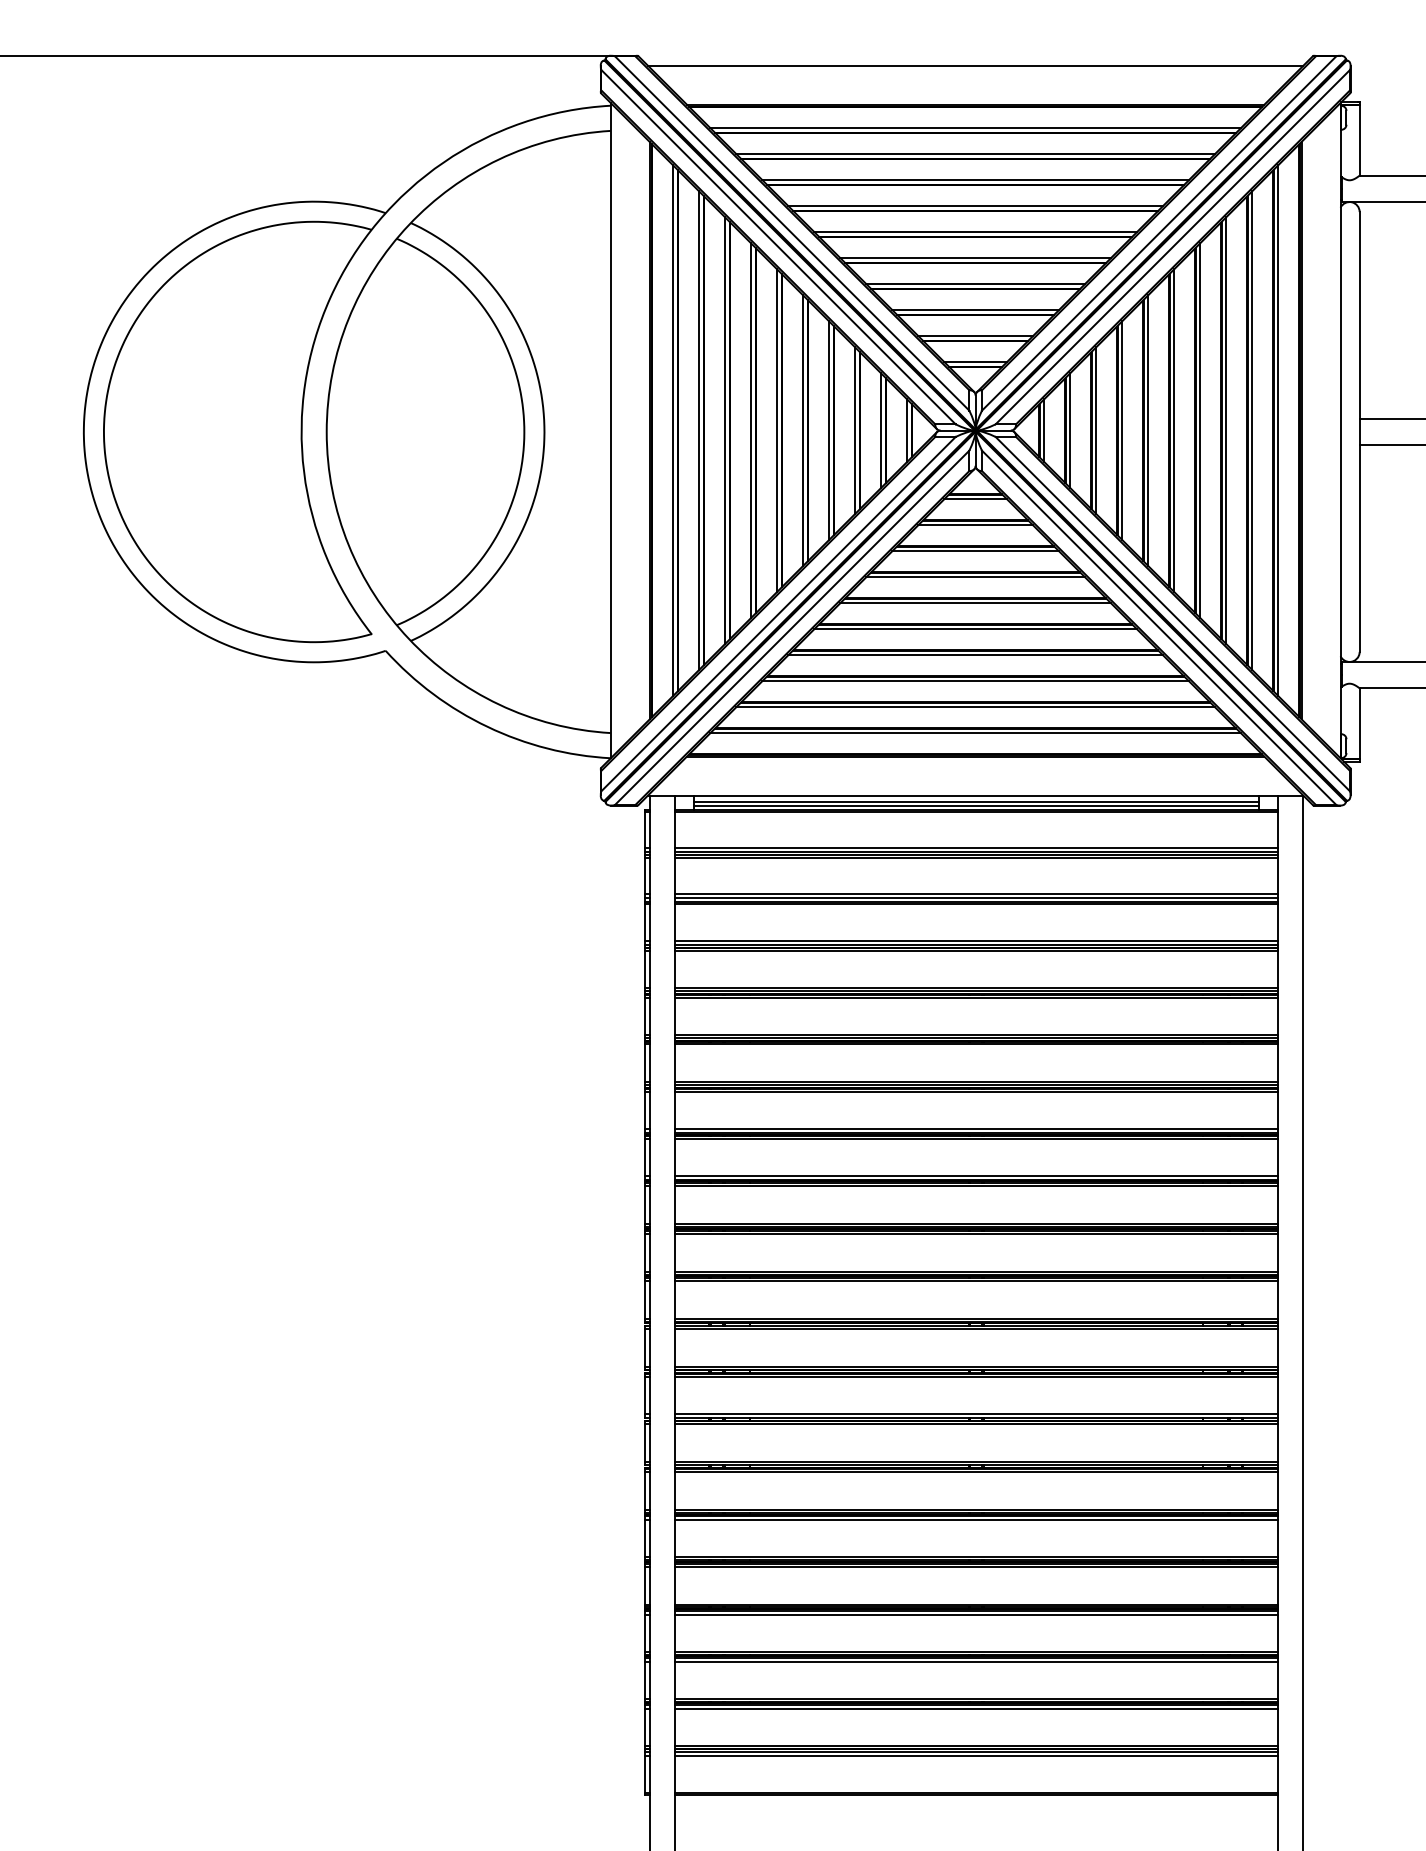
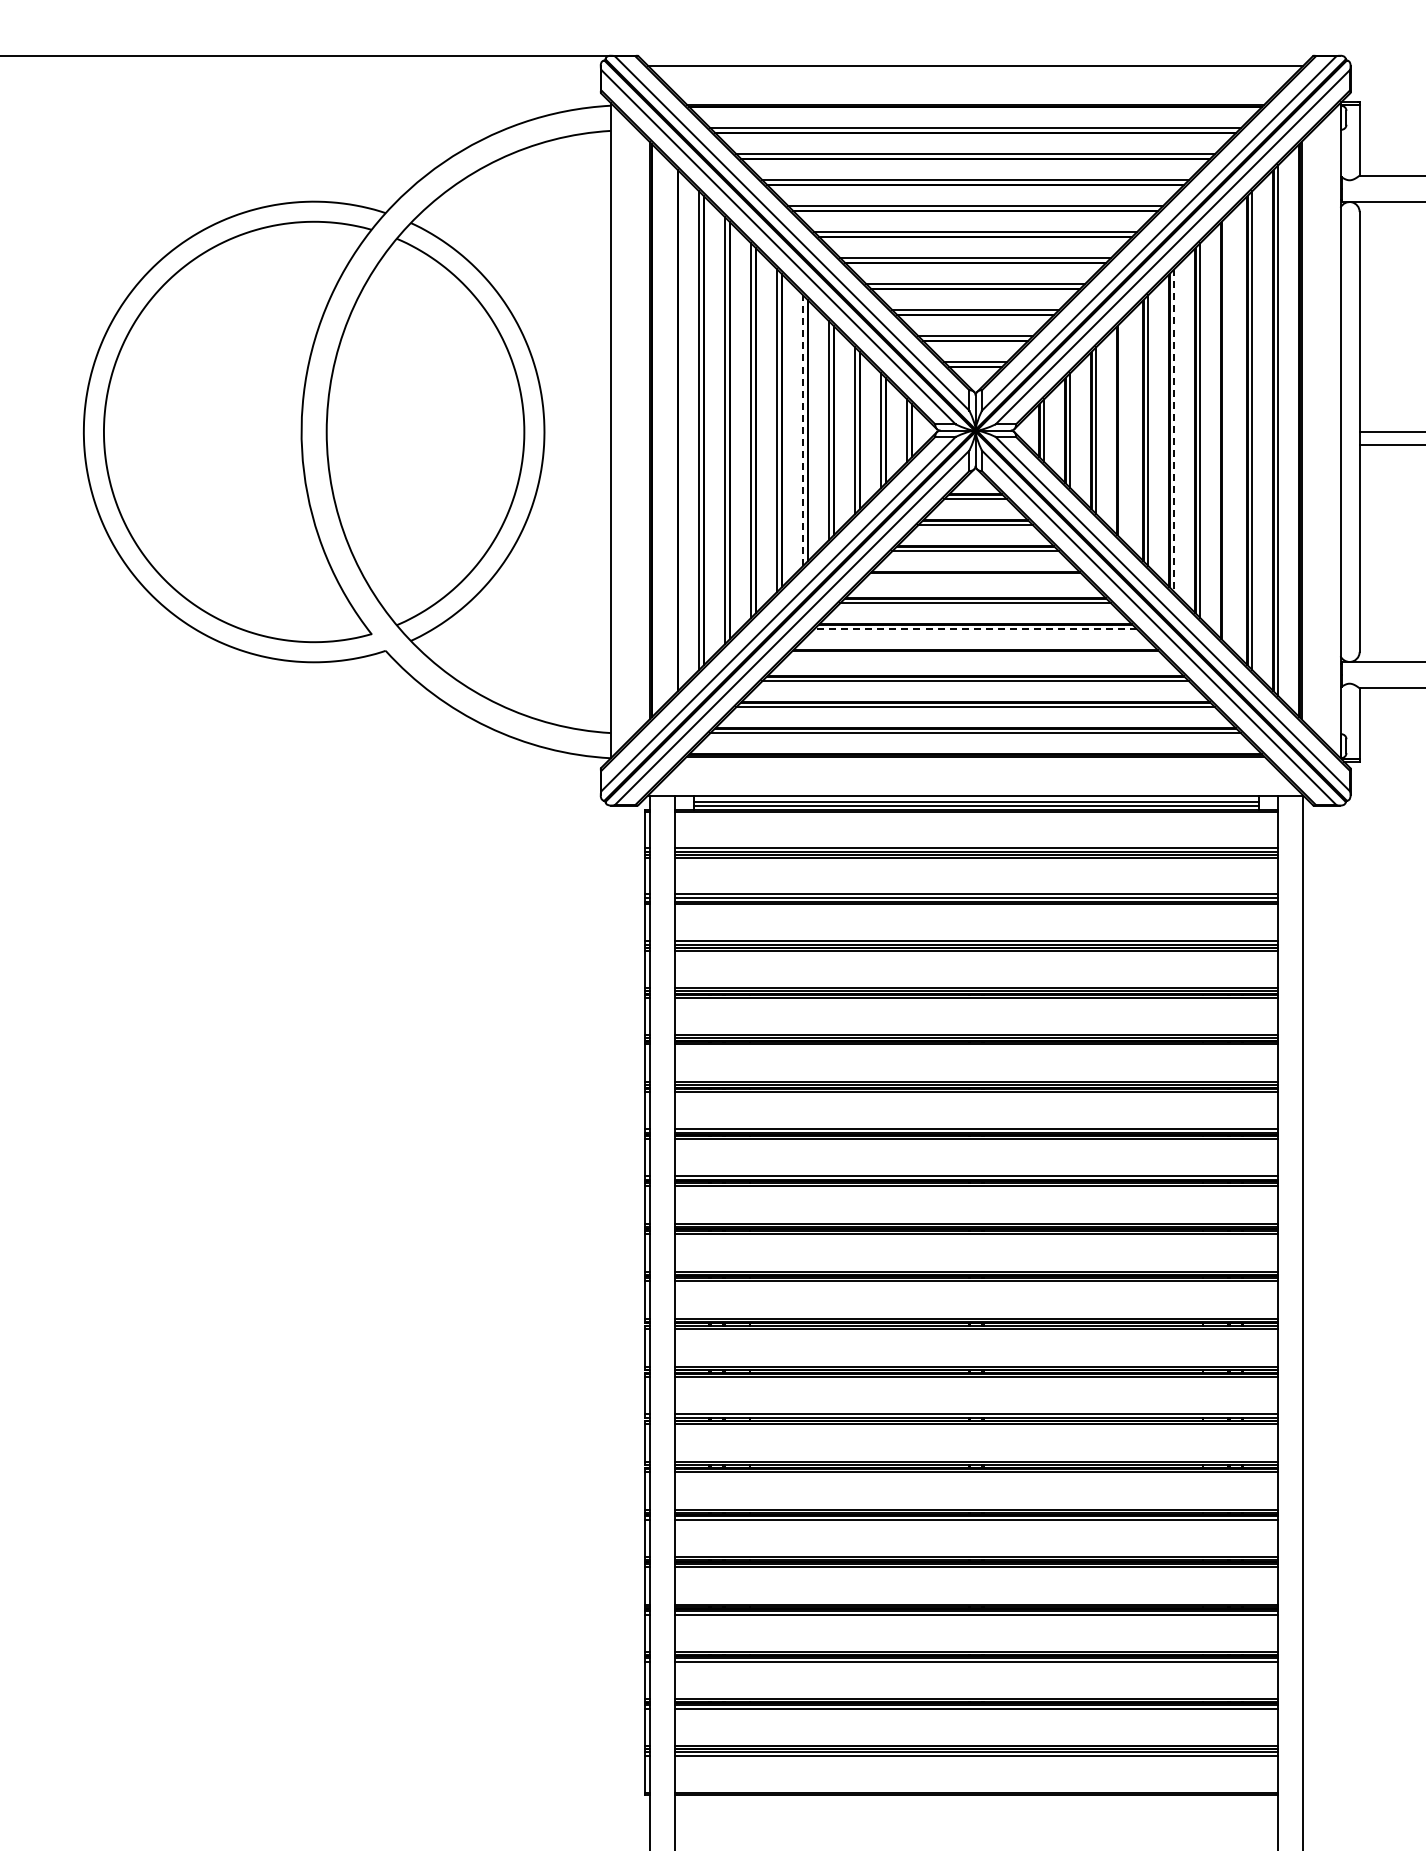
line at (1390, 418) position: (1390, 418) -> (1390, 431)
line at (673, 430): present -> none
line at (803, 430): solid -> dashed
line at (1122, 430): present -> none
line at (1226, 430): present -> none
line at (1174, 431): solid -> dashed
line at (975, 577): present -> none
line at (975, 629): solid -> dashed
line at (975, 655): present -> none
